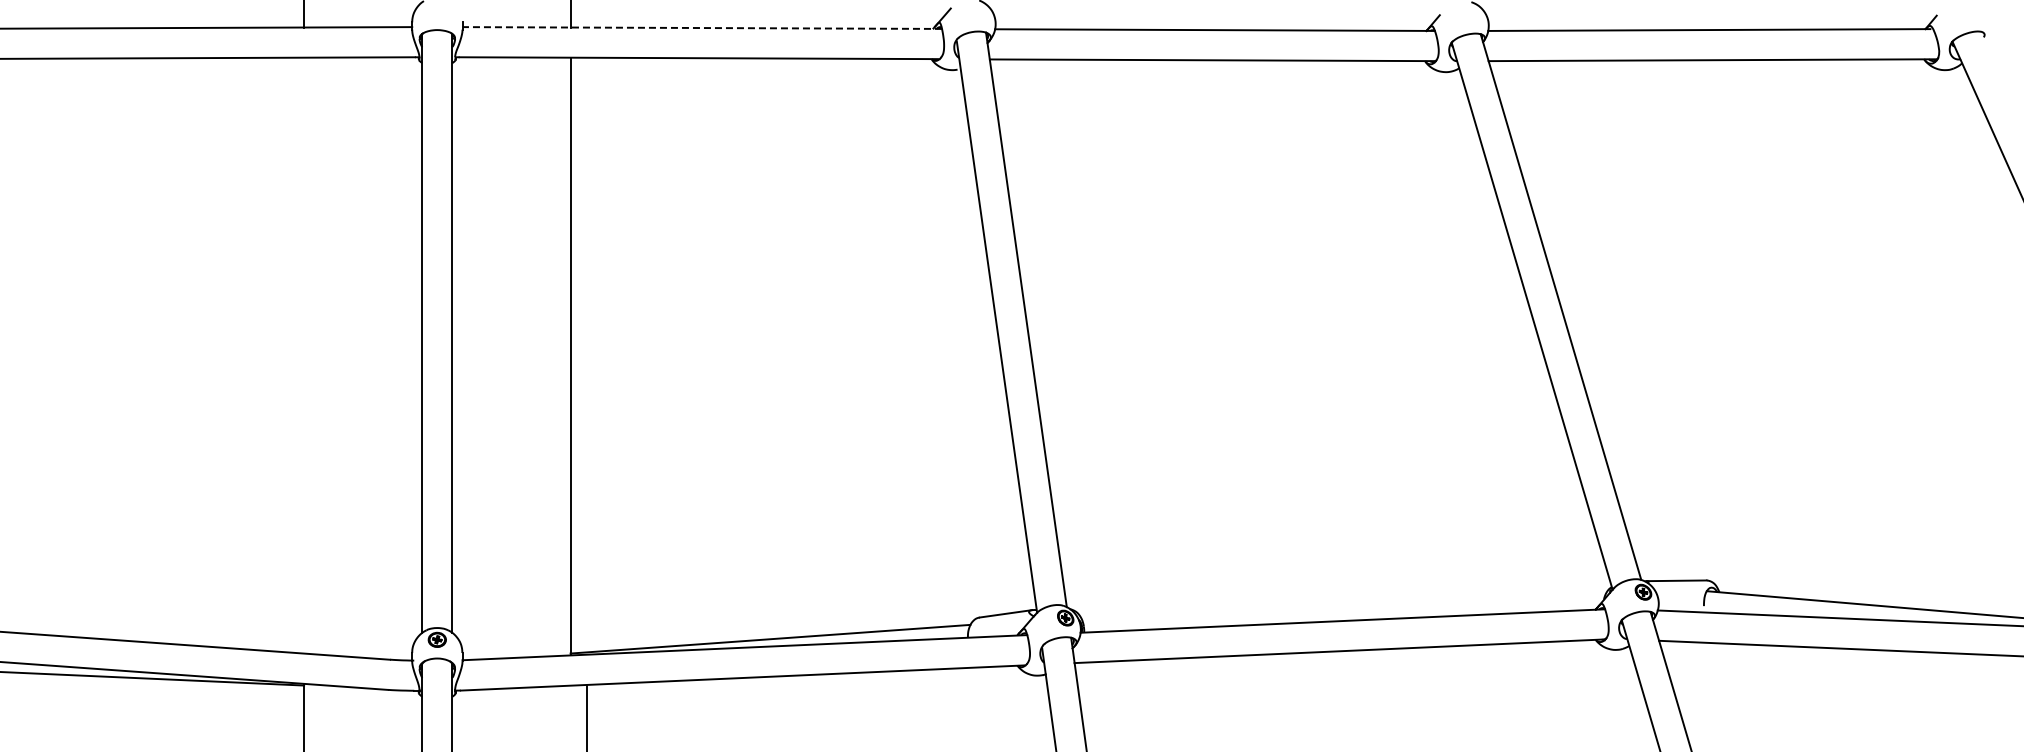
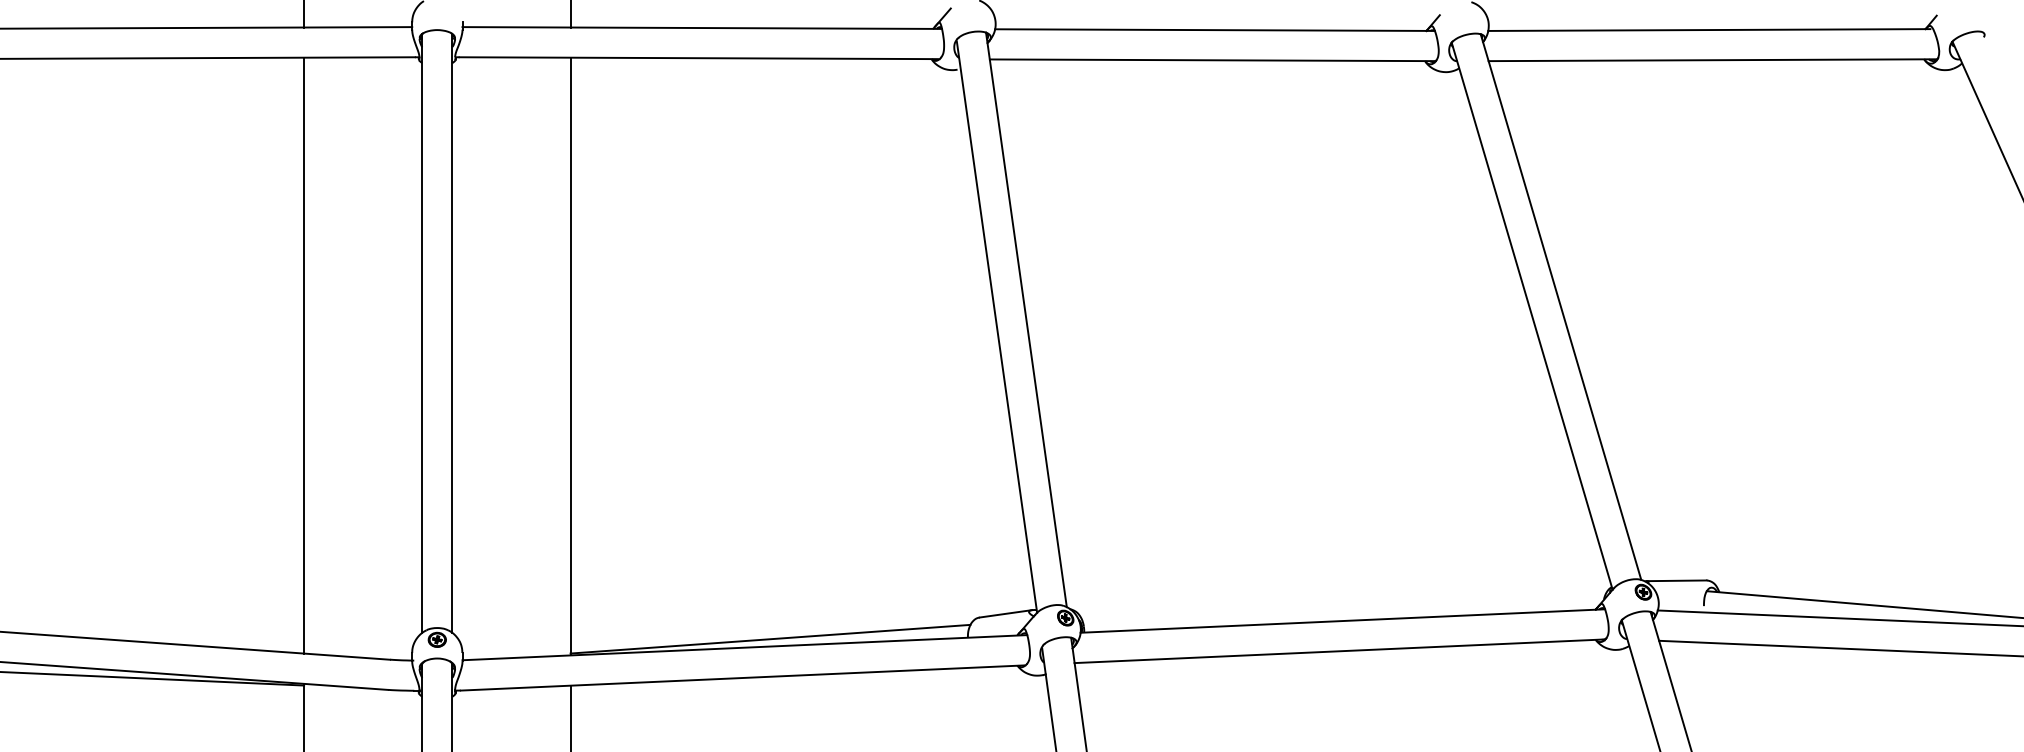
line at (702, 28): dashed -> solid
line at (304, 355): none -> present
line at (586, 716) position: (586, 716) -> (570, 716)
